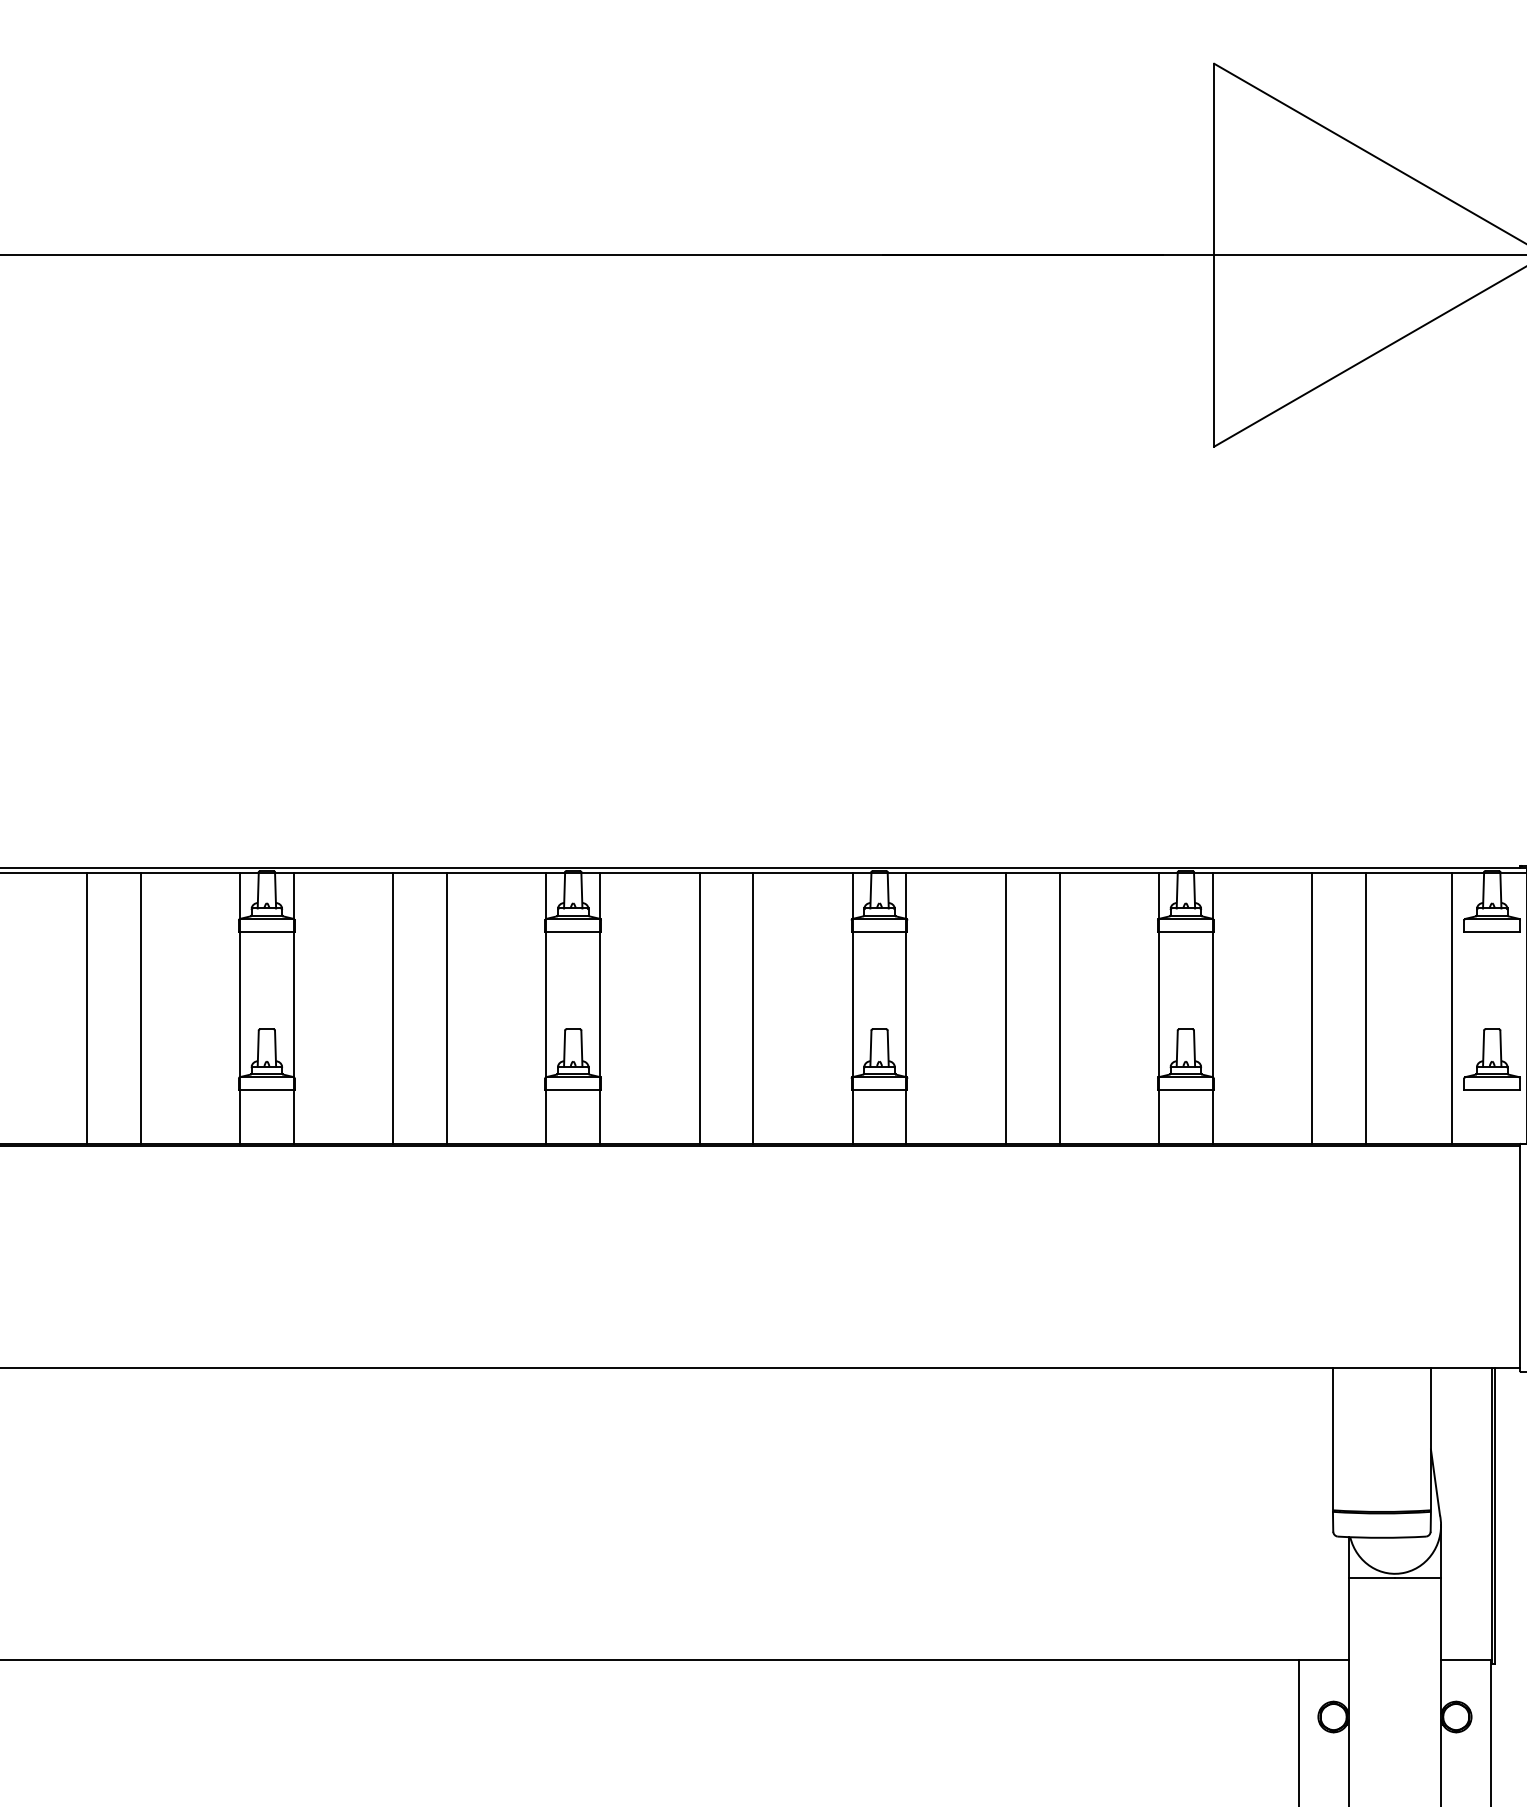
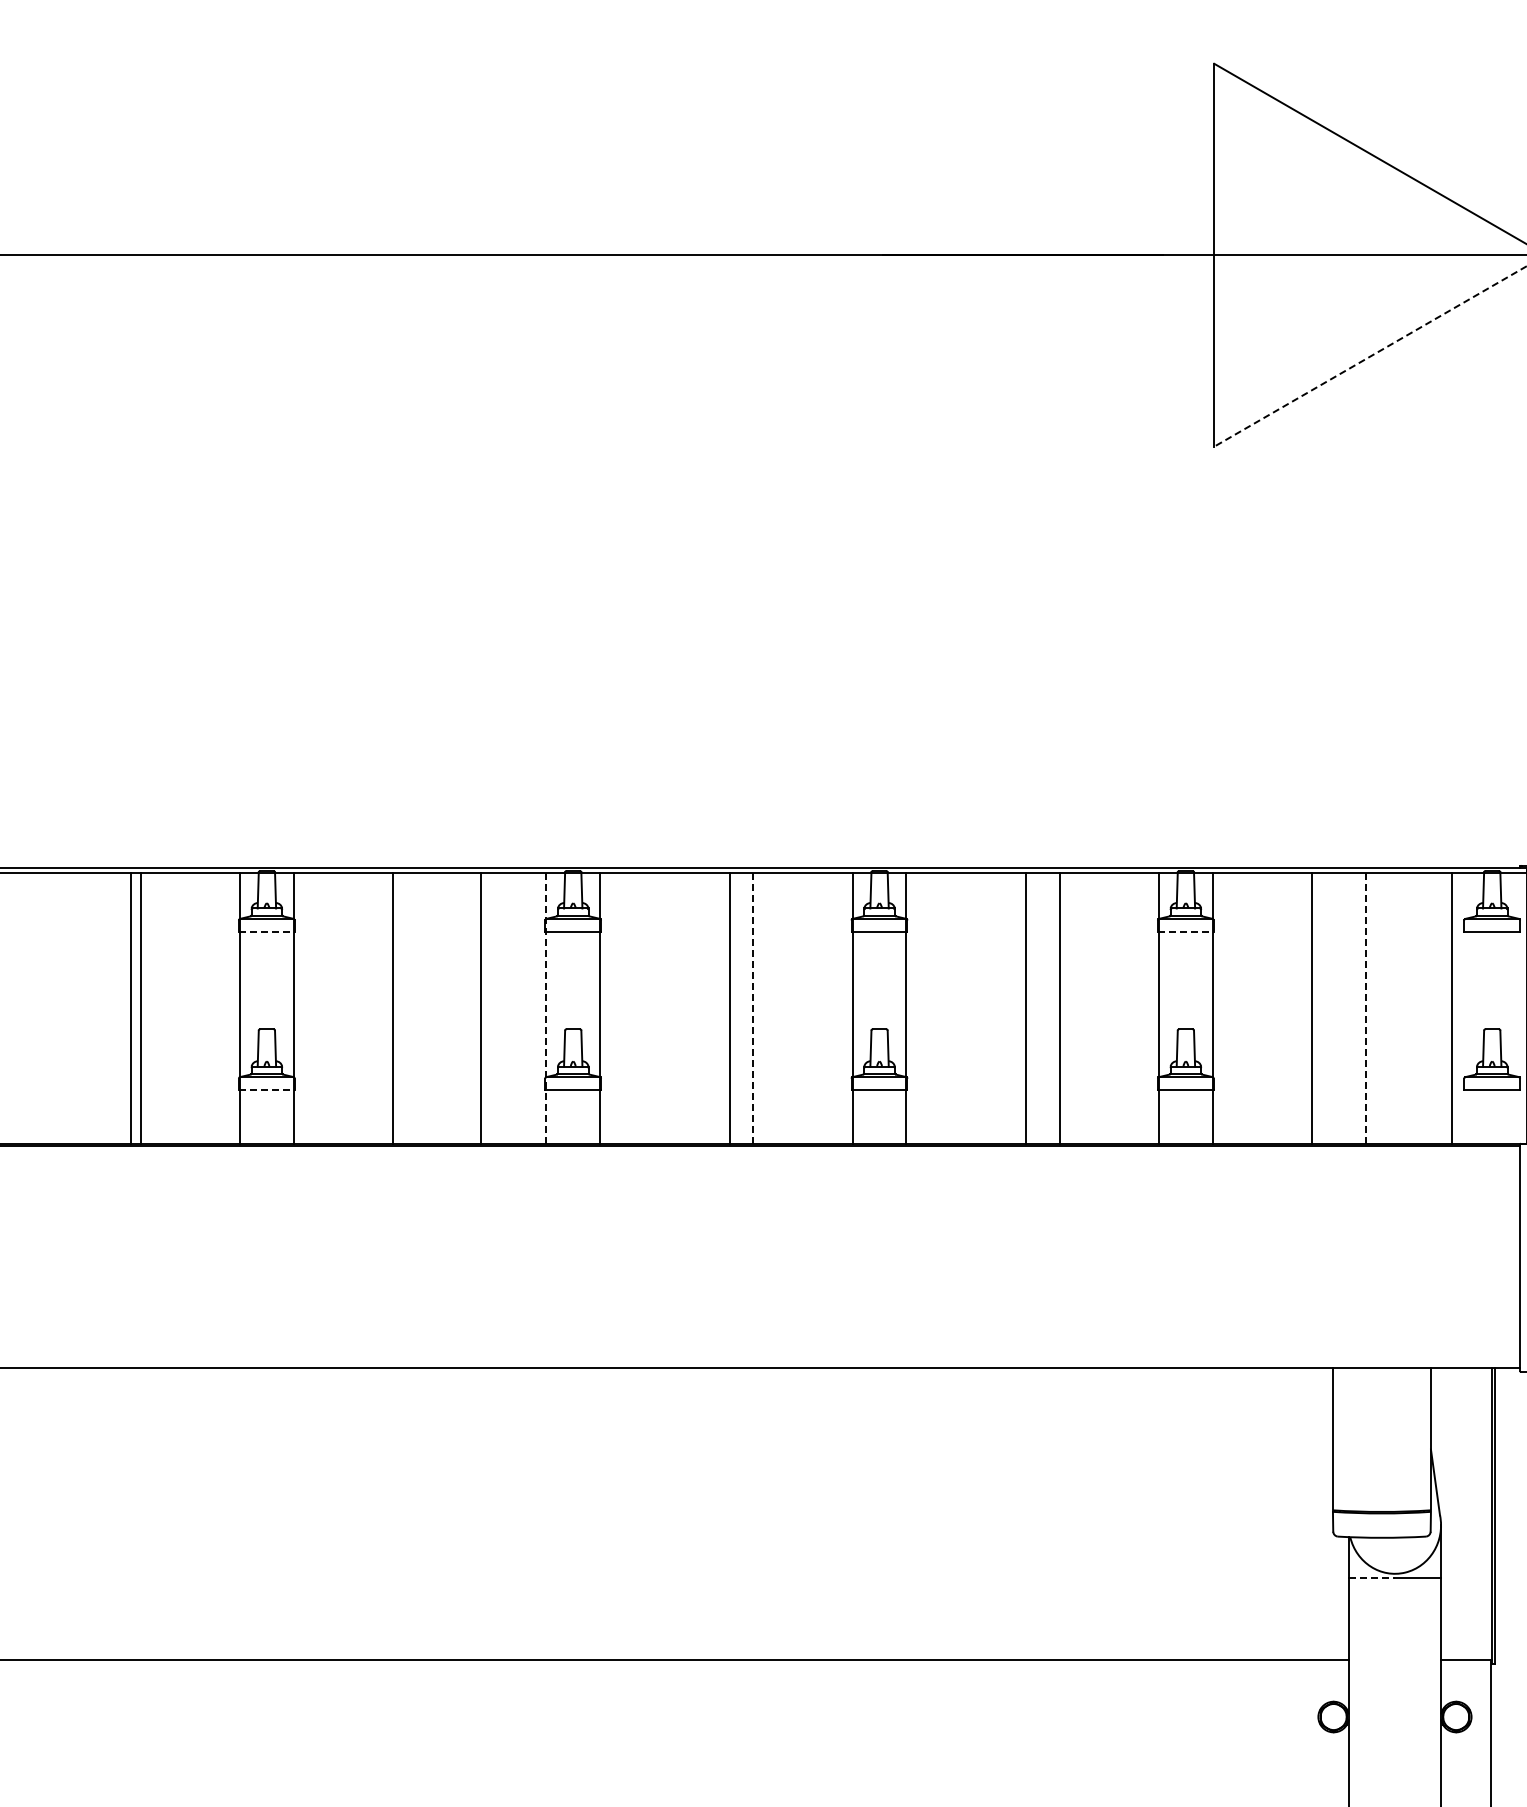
line at (1370, 356): solid -> dashed
line at (266, 932): solid -> dashed
line at (1185, 932): solid -> dashed
line at (546, 1007): solid -> dashed
line at (753, 1007): solid -> dashed
line at (1365, 1007): solid -> dashed
line at (86, 1008) position: (86, 1008) -> (130, 1008)
line at (446, 1008) position: (446, 1008) -> (480, 1008)
line at (699, 1008) position: (699, 1008) -> (729, 1008)
line at (1005, 1008) position: (1005, 1008) -> (1025, 1008)
line at (266, 1090): solid -> dashed
line at (1372, 1578): solid -> dashed
line at (1299, 1731): present -> none
